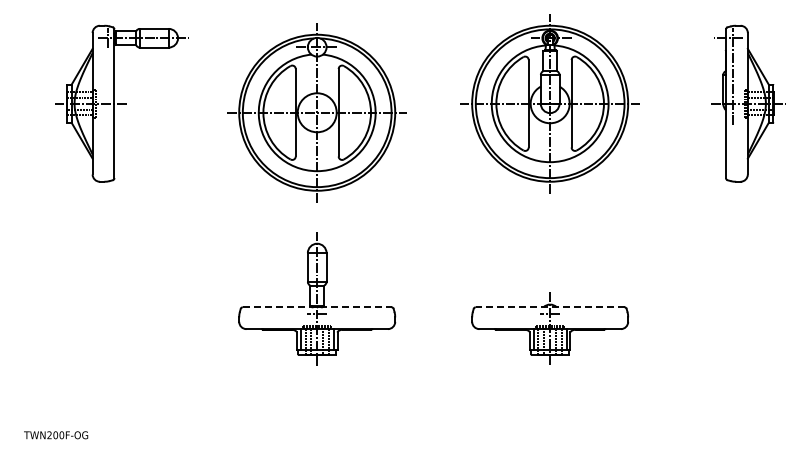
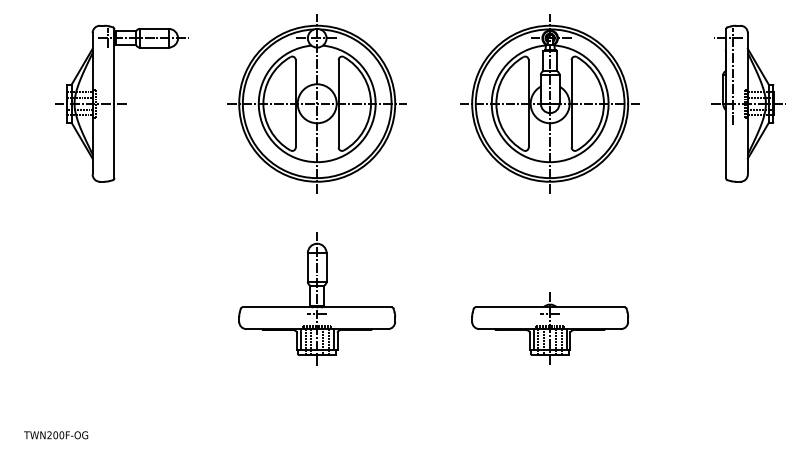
part at (316, 112) position: (316, 112) -> (316, 103)
line at (317, 307): dashed -> solid
line at (549, 307): dashed -> solid
